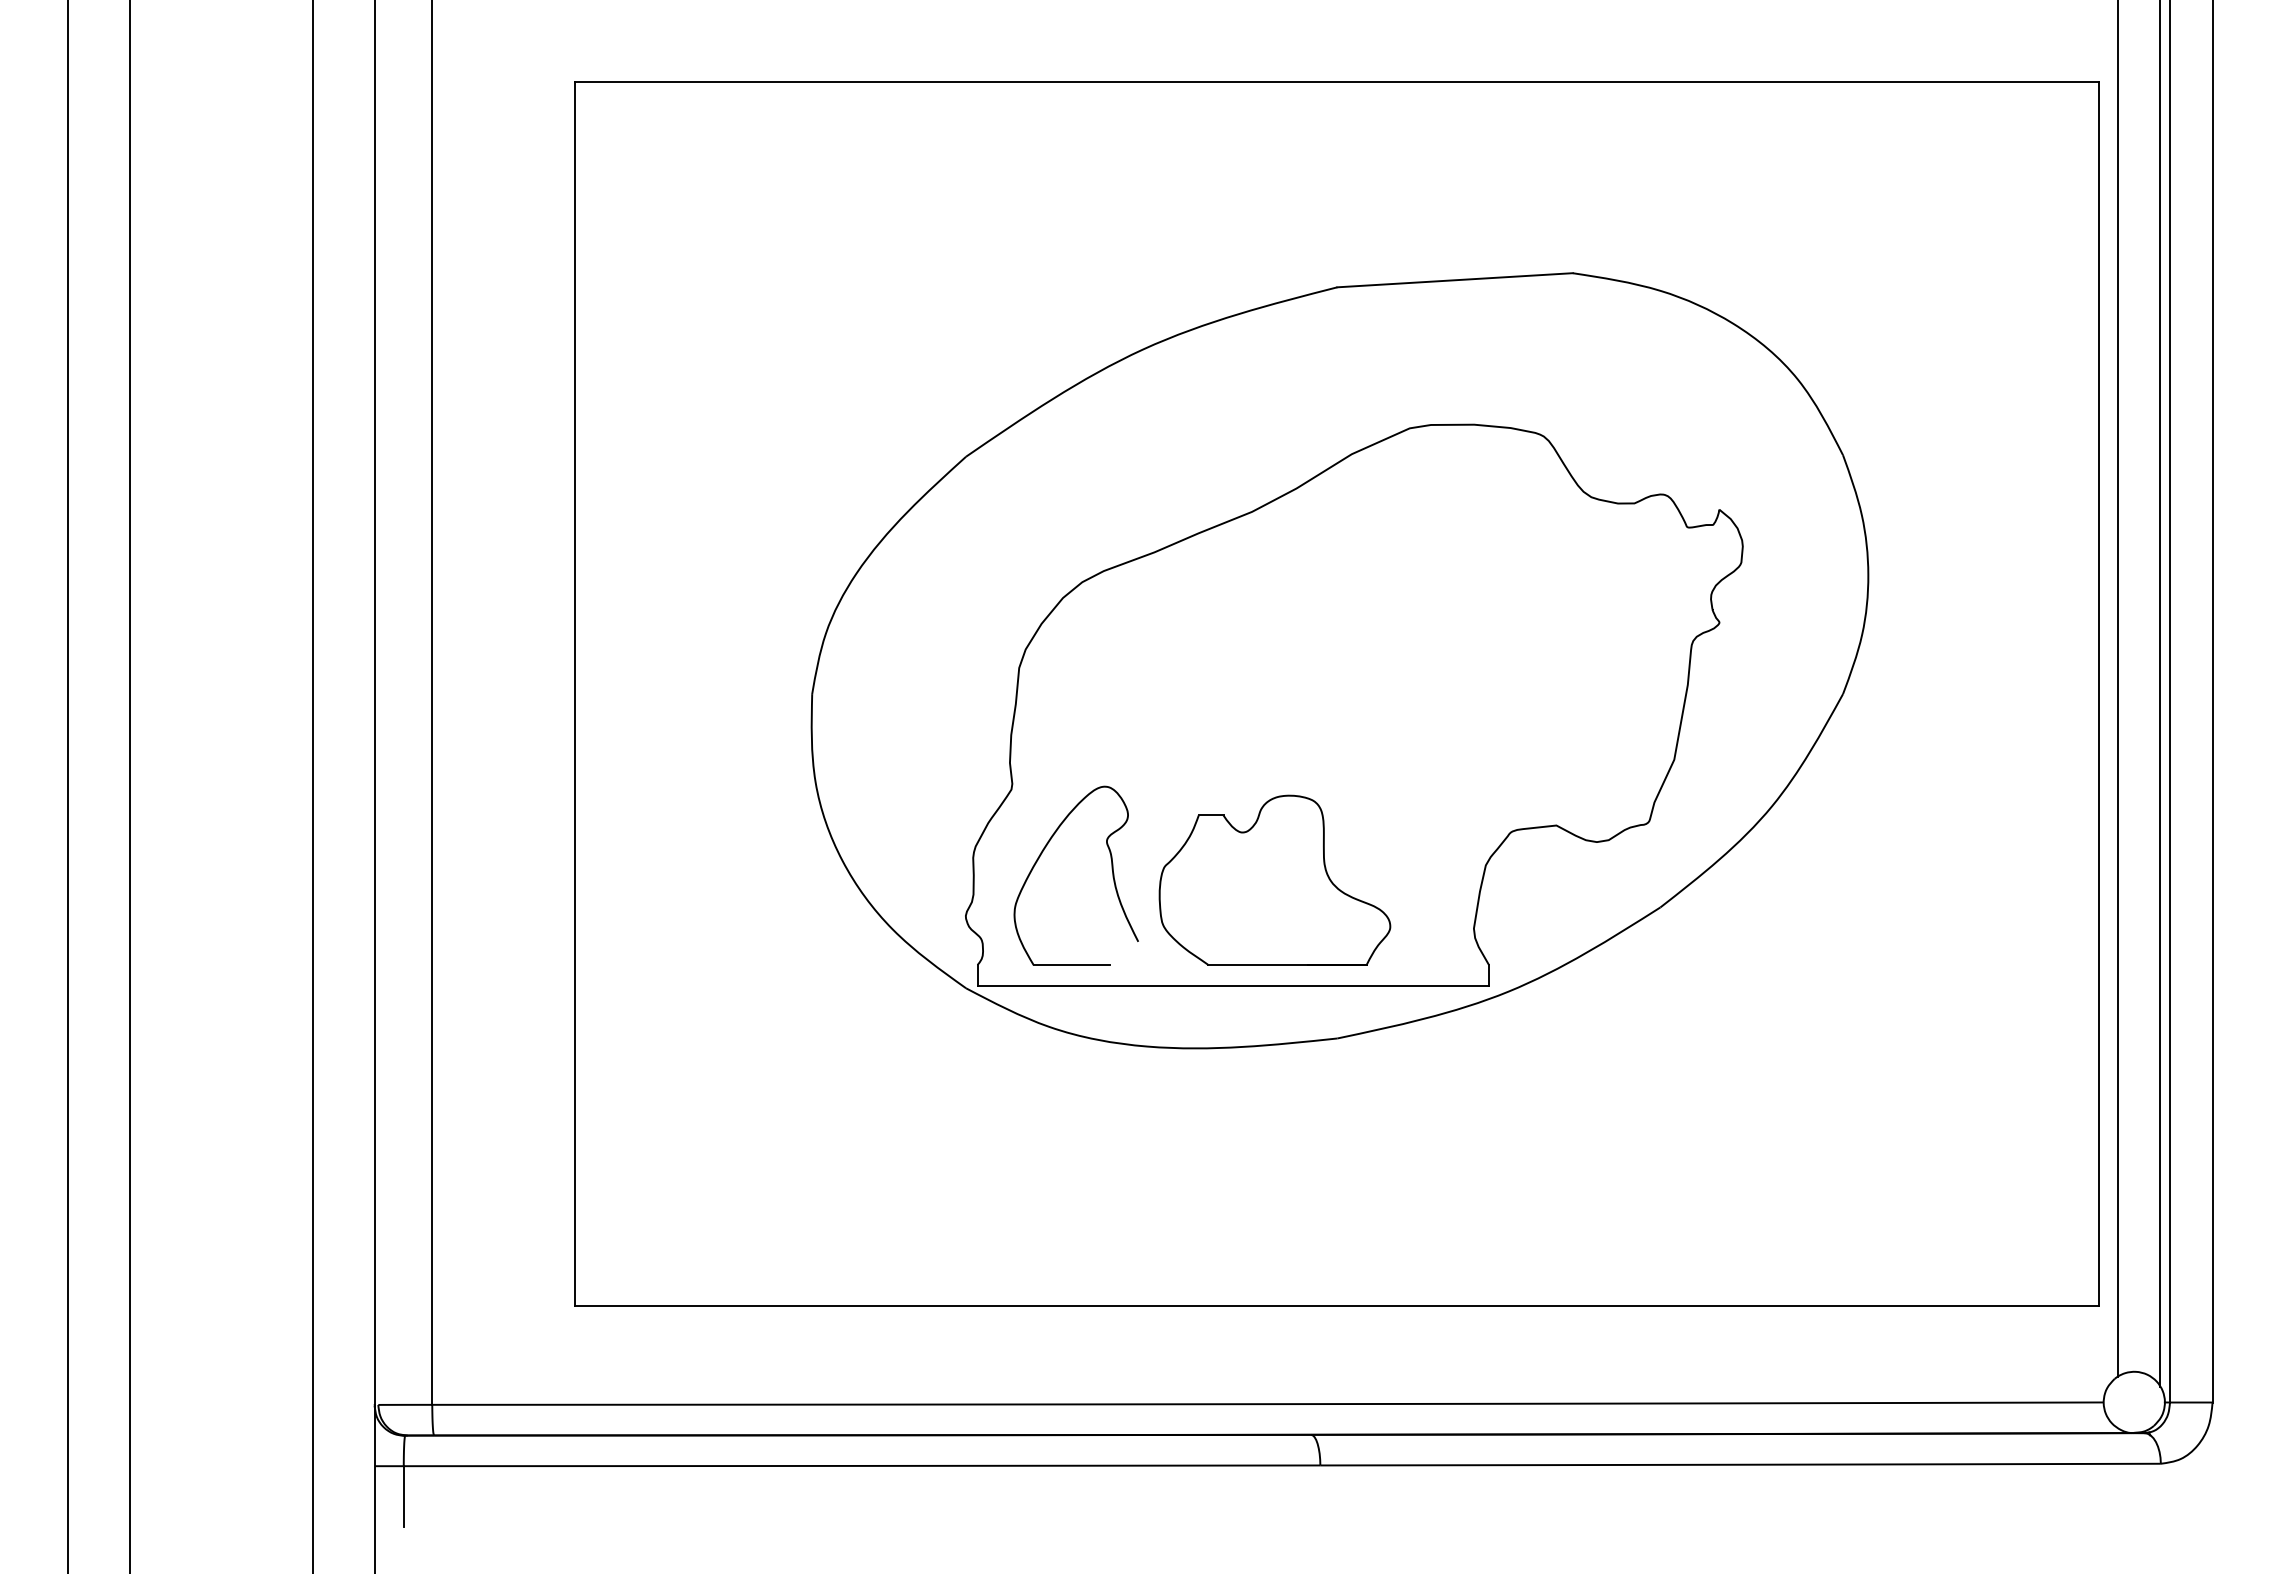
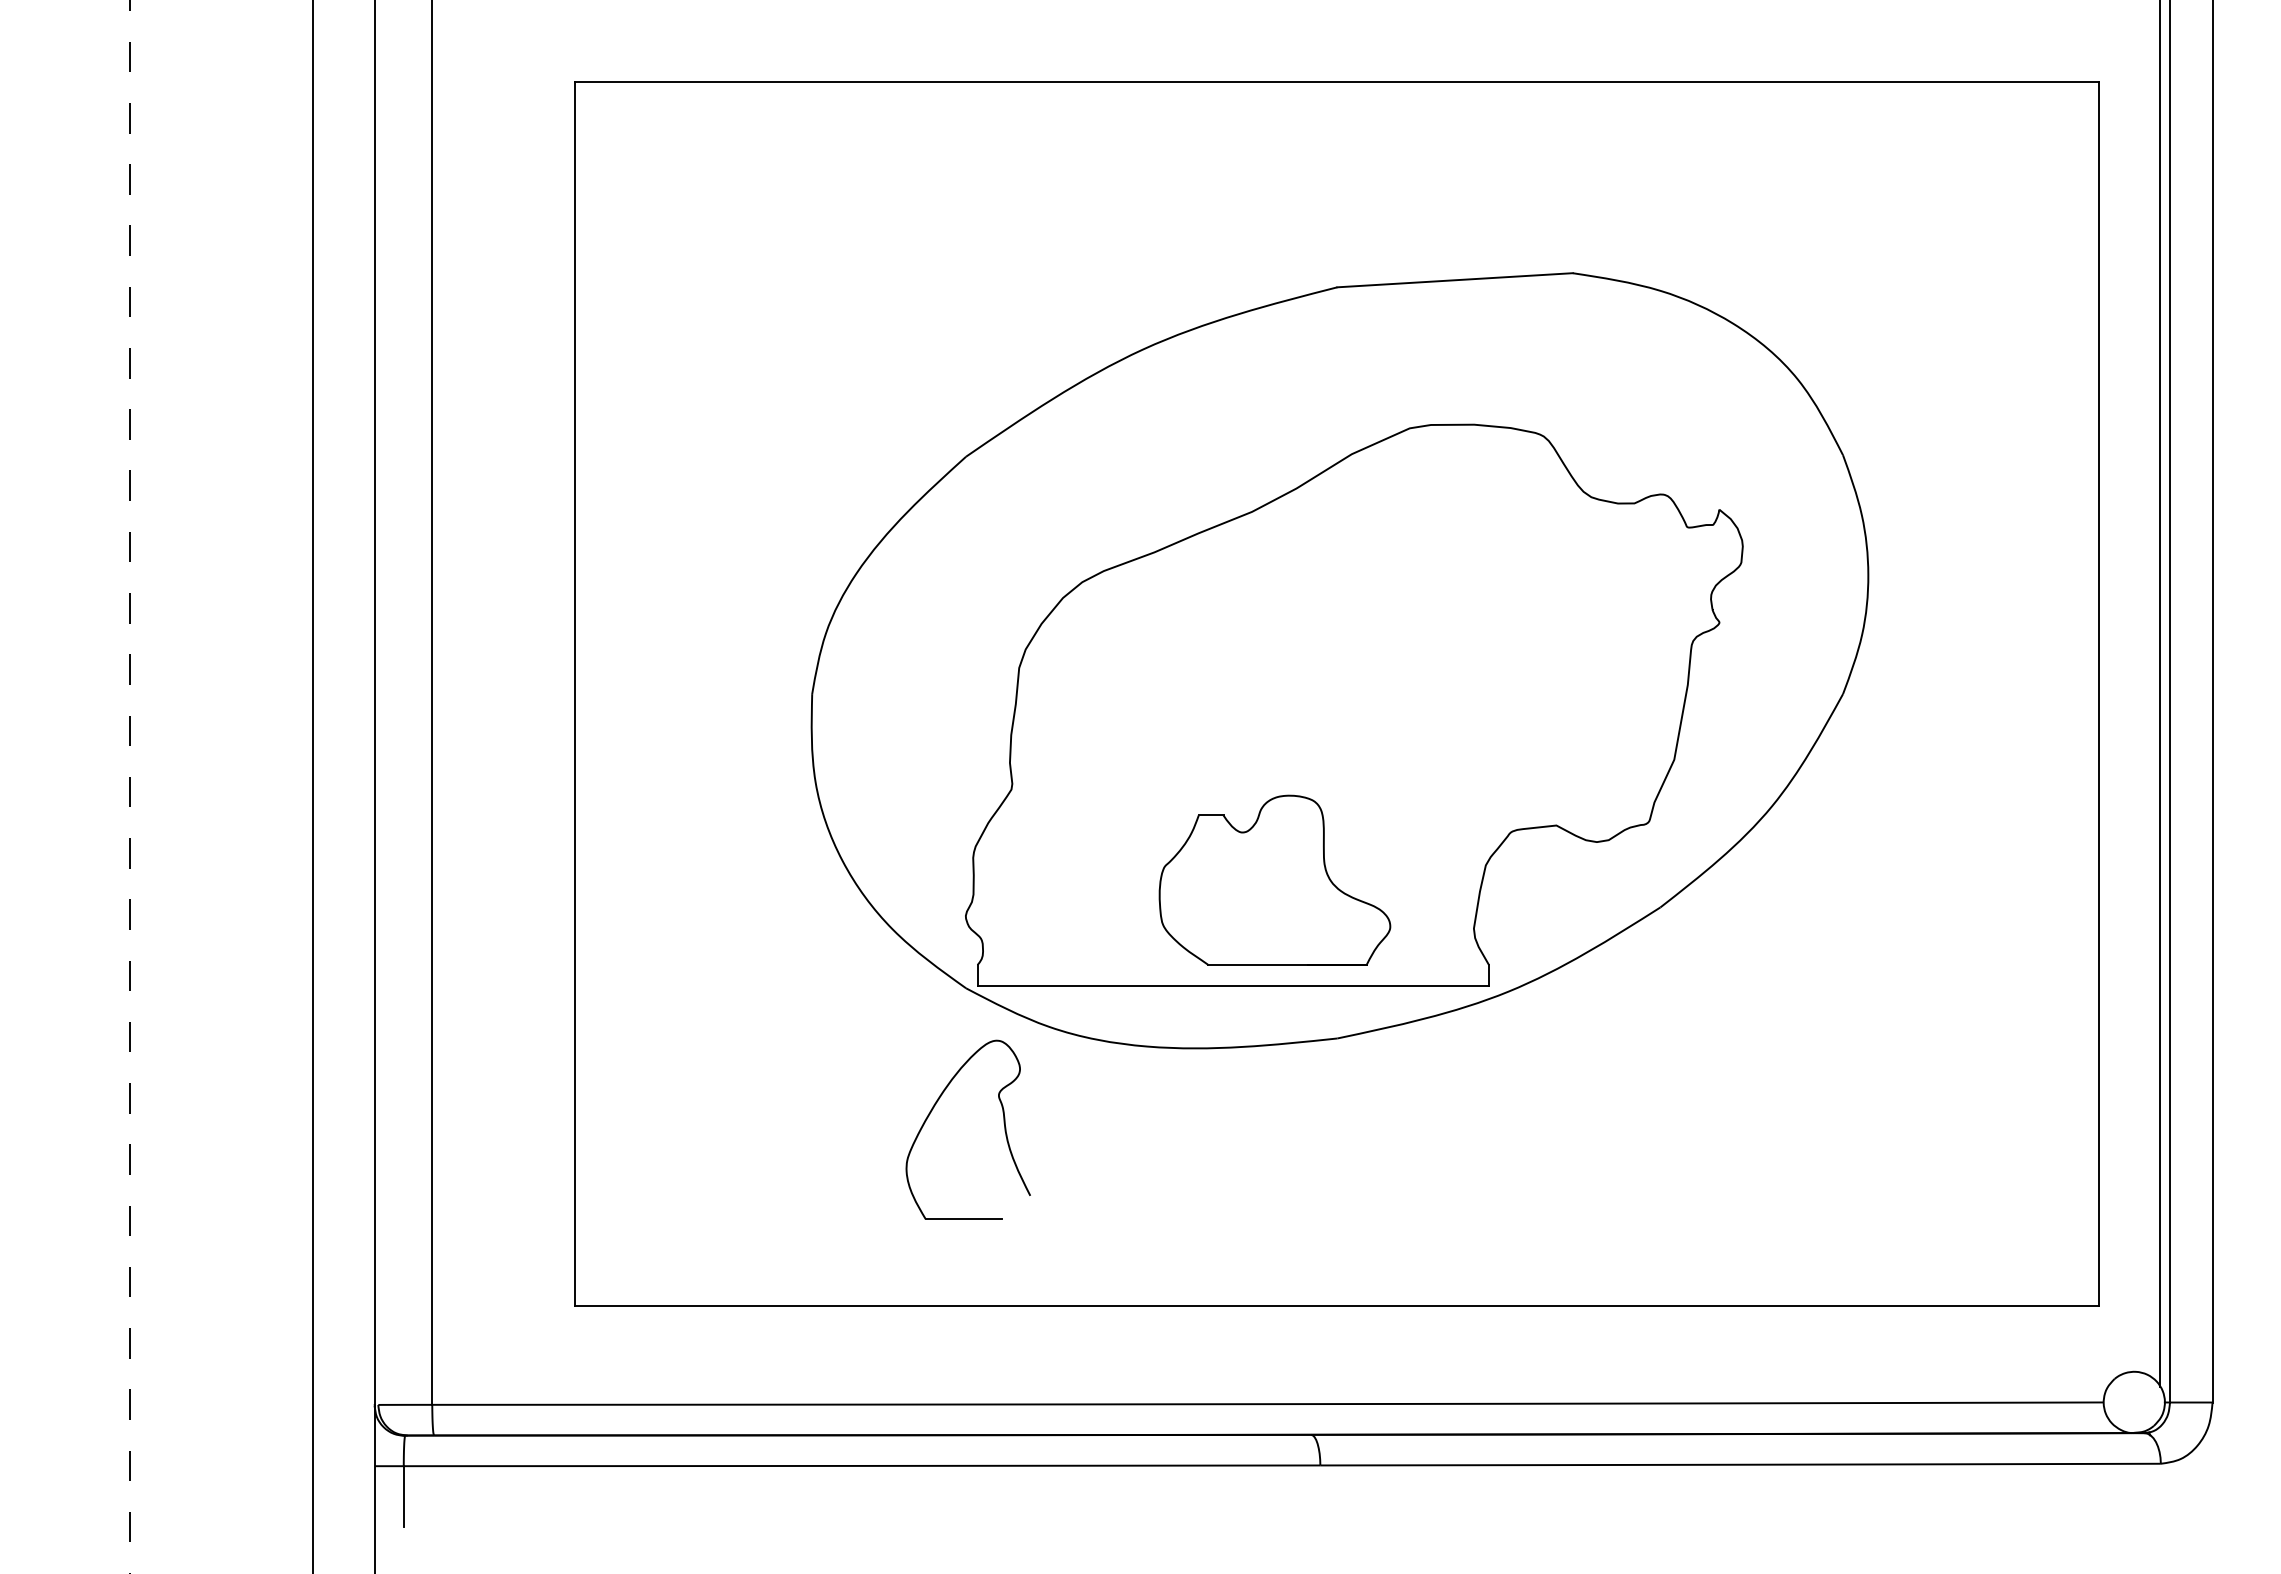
line at (2117, 689): present -> none
line at (68, 786): present -> none
line at (129, 787): solid -> dashed
part at (1111, 869) position: (1111, 869) -> (1003, 1123)
